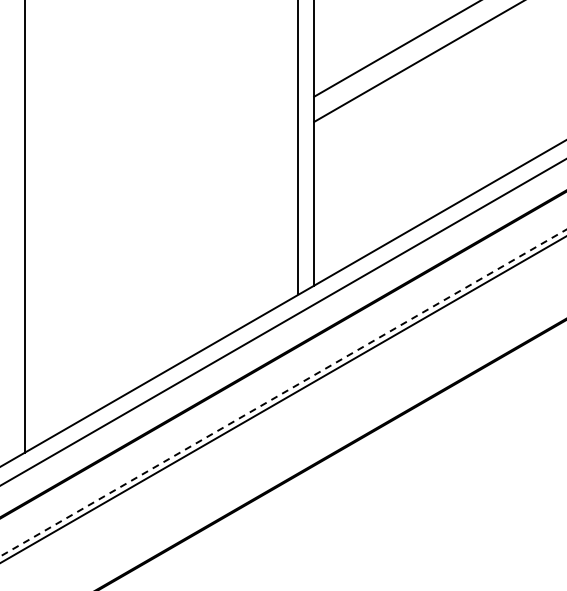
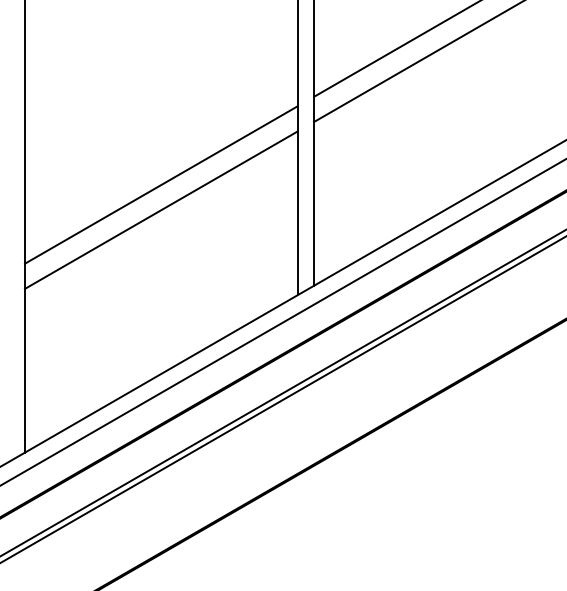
line at (161, 184): none -> present
line at (161, 209): none -> present
line at (283, 393): dashed -> solid
